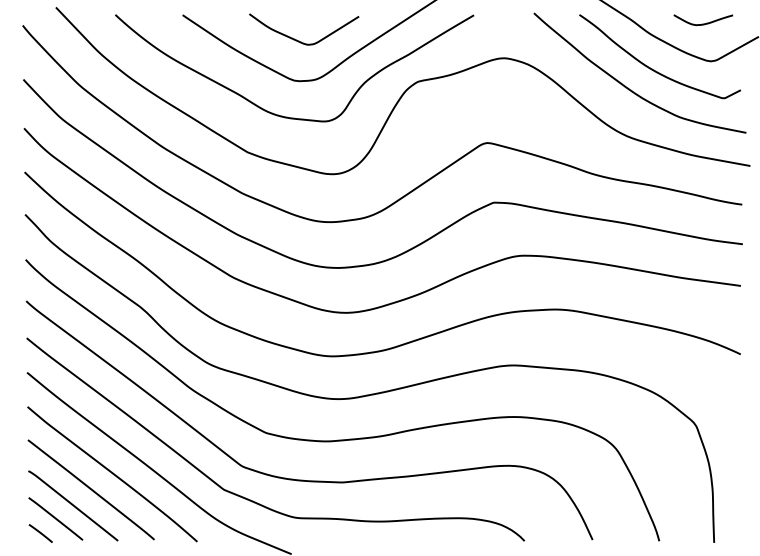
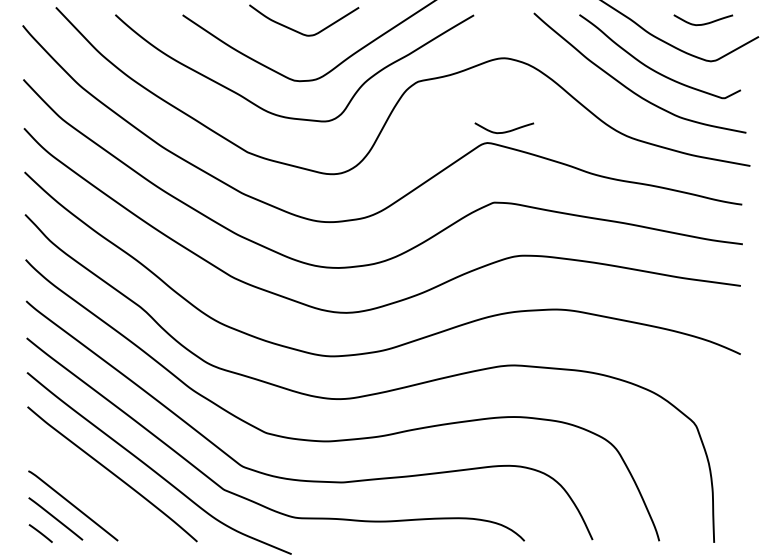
curve at (299, 40) position: (299, 40) -> (299, 31)
curve at (504, 131): none -> present
line at (90, 489): present -> none
